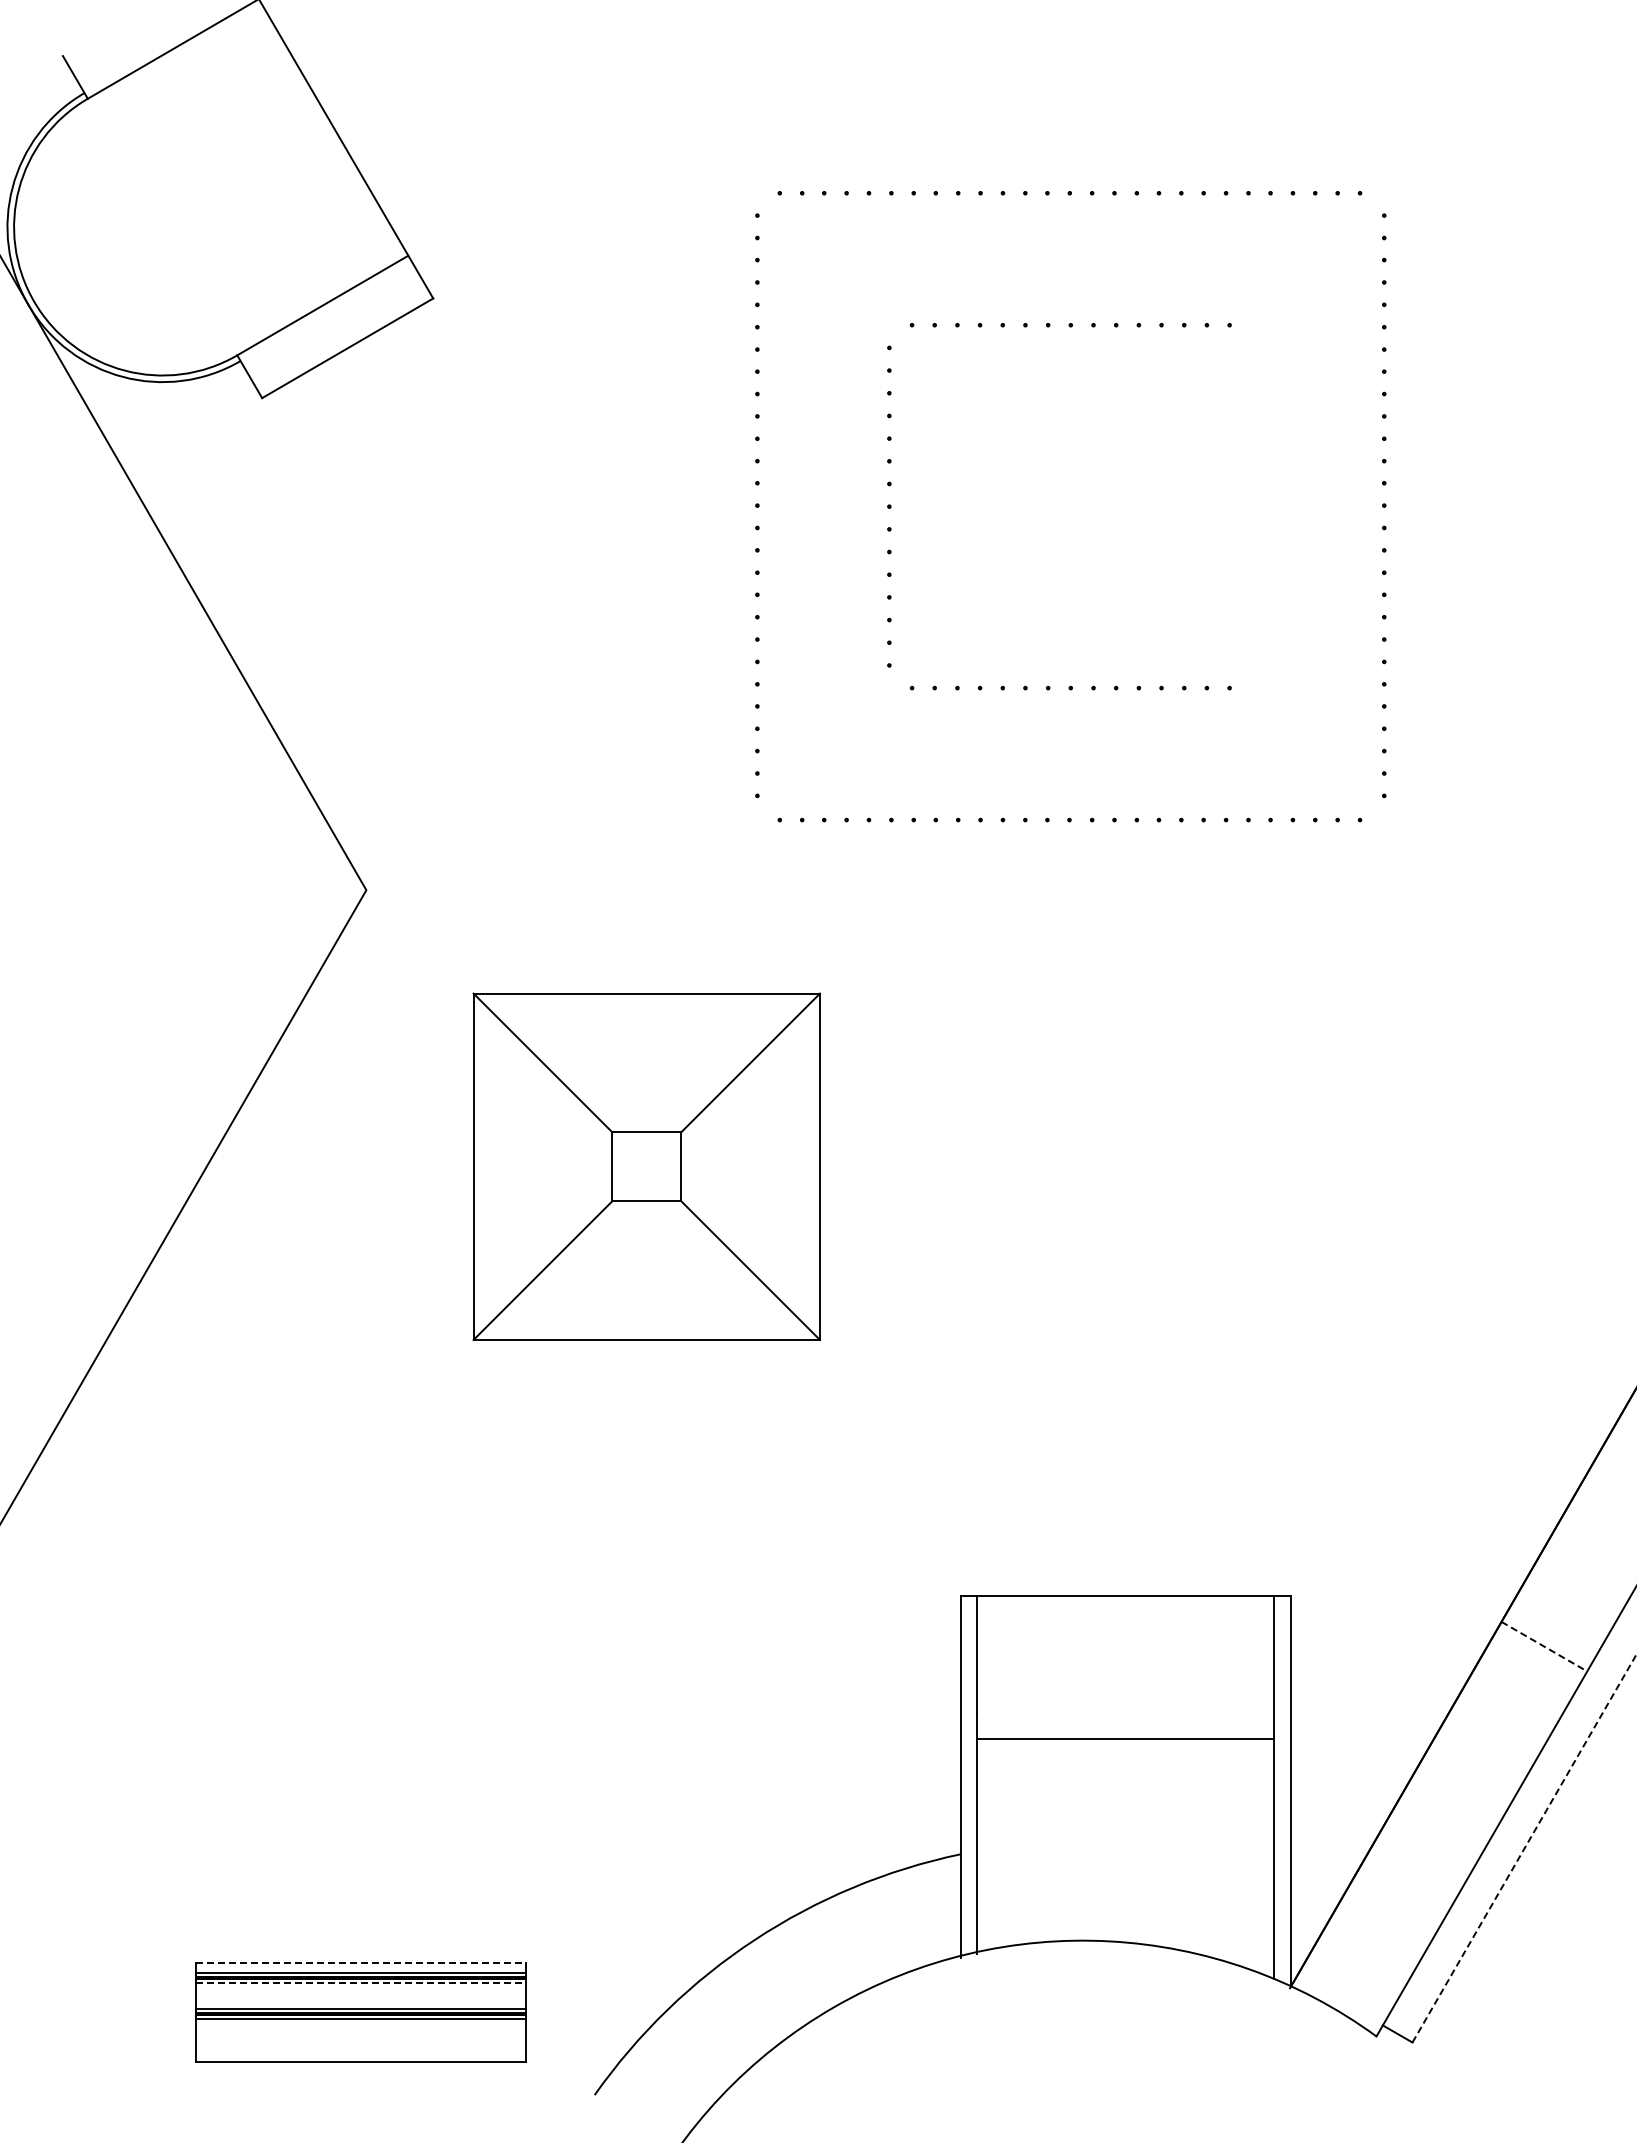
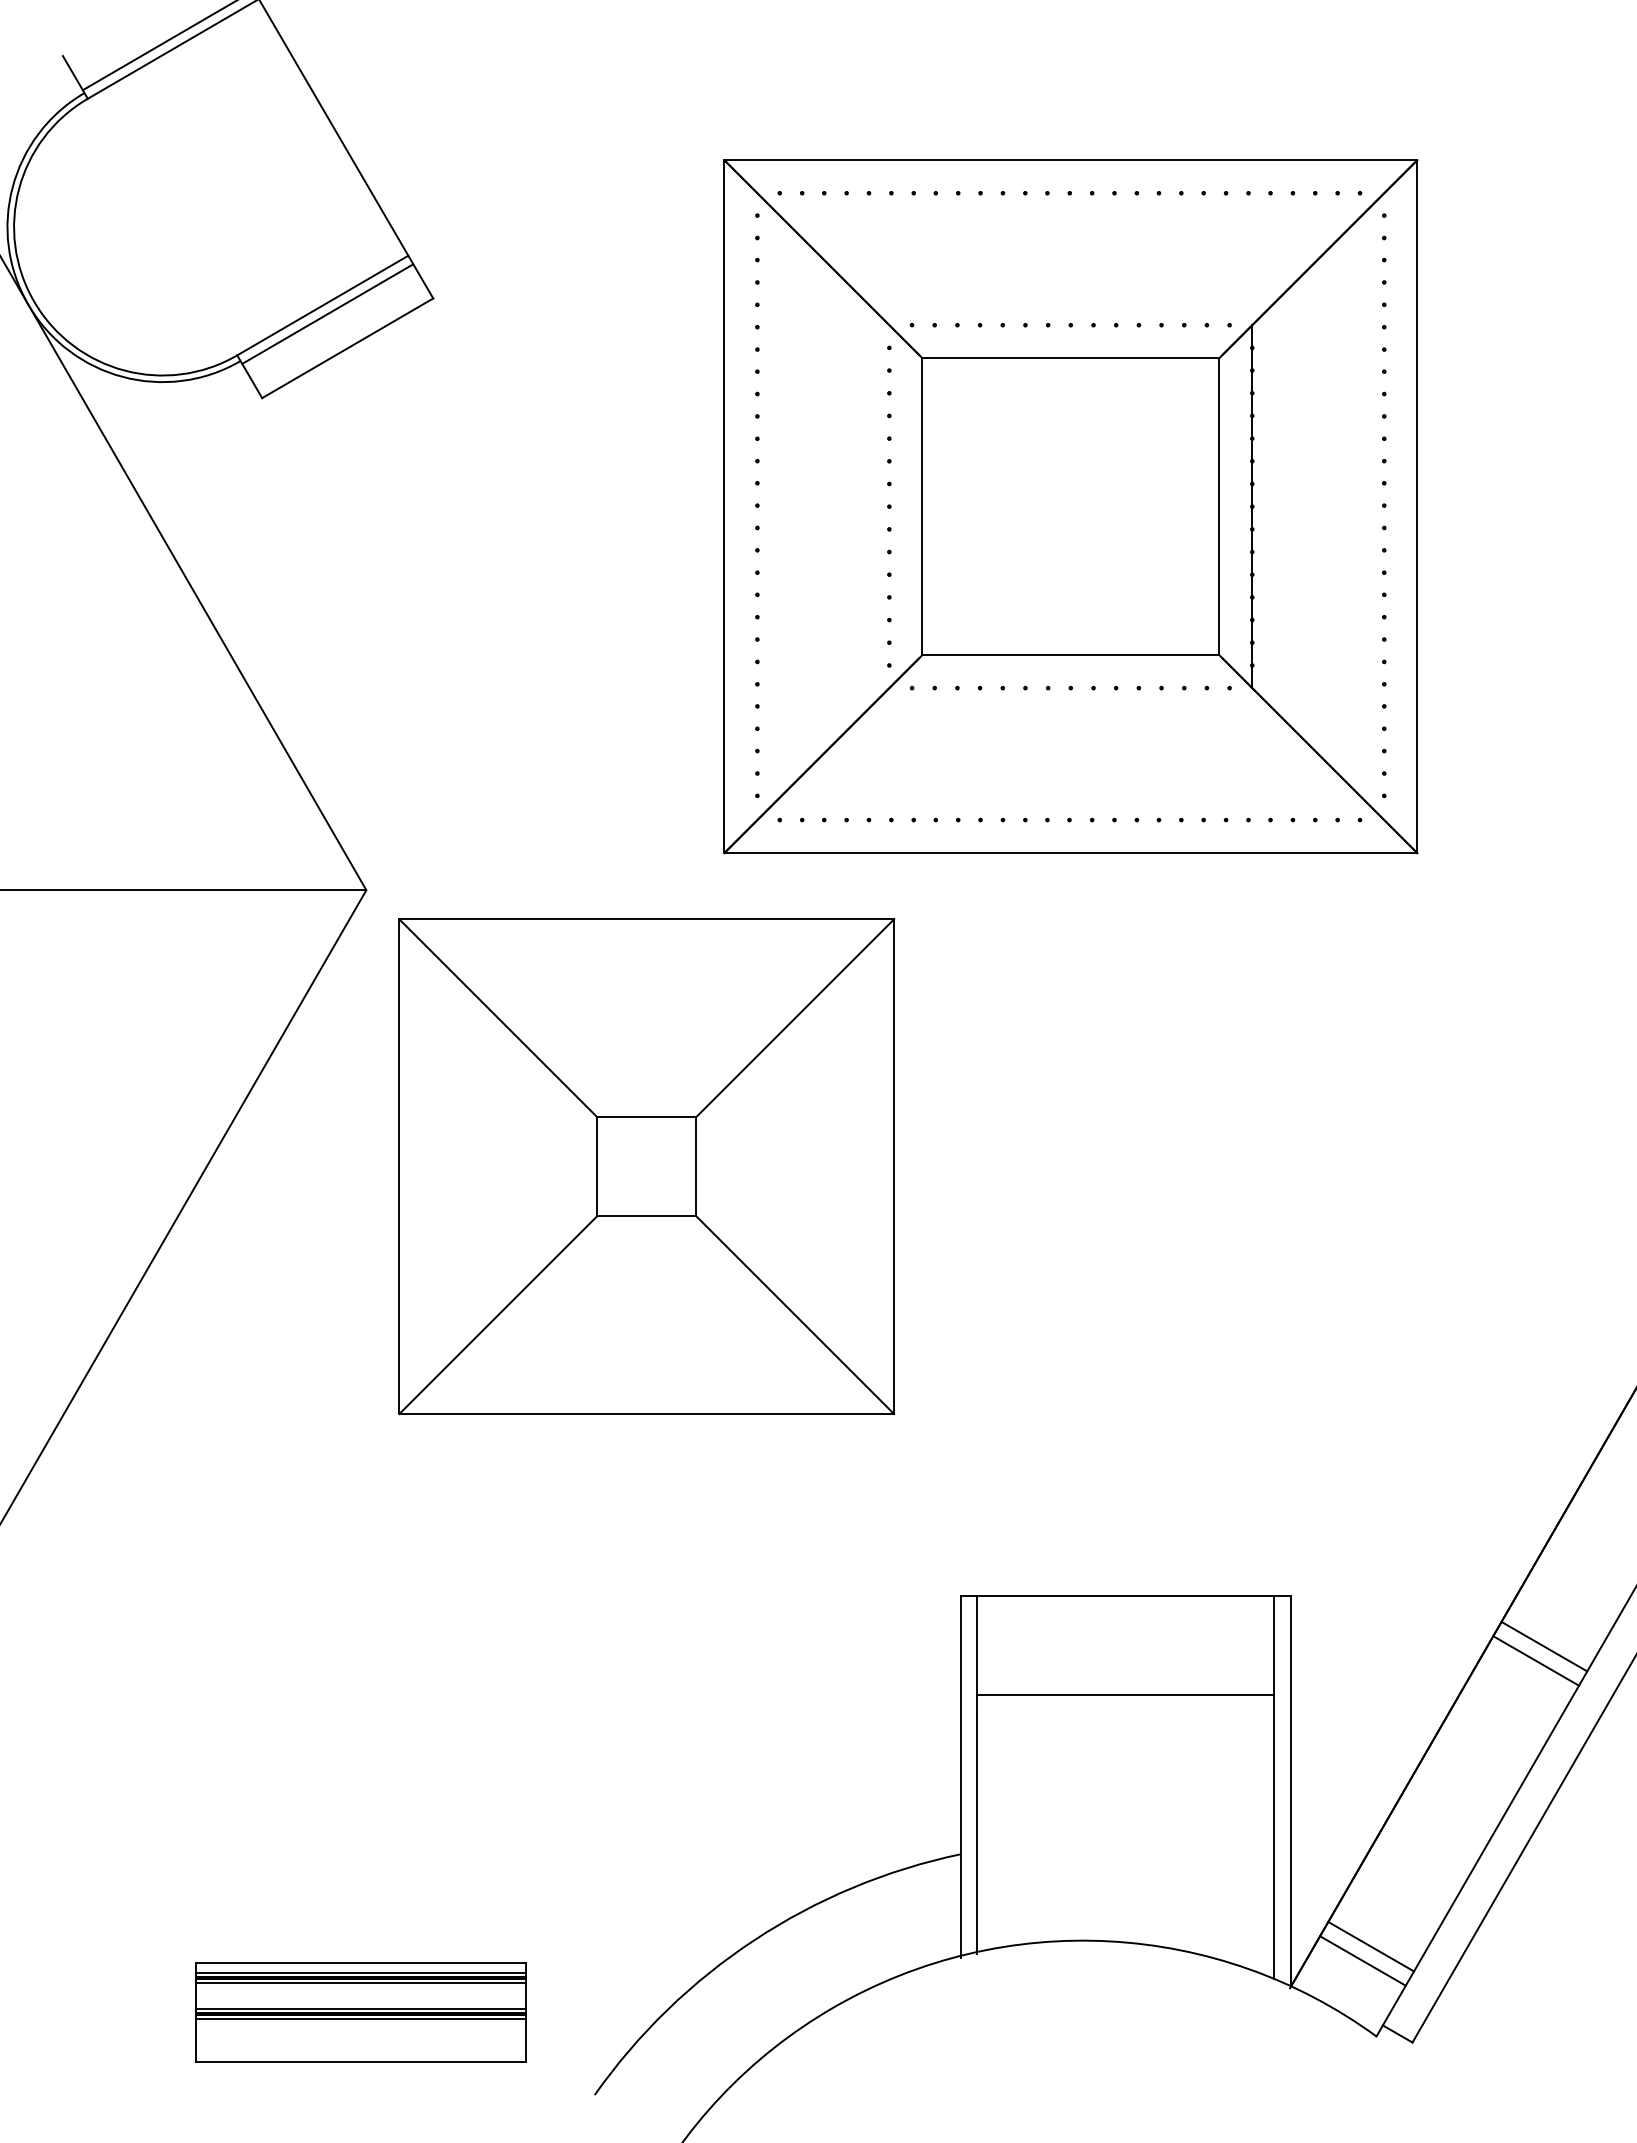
line at (157, 46): none -> present
line at (327, 313): none -> present
part at (1070, 506): none -> present
line at (184, 890): none -> present
part at (646, 1166) size: 350x350 px -> 498x498 px
line at (1544, 1646): dashed -> solid
line at (1535, 1660): none -> present
line at (1125, 1738) position: (1125, 1738) -> (1125, 1694)
line at (1524, 1847): dashed -> solid
line at (1371, 1946): none -> present
line at (1362, 1960): none -> present
line at (361, 1963): dashed -> solid
line at (361, 1983): dashed -> solid
